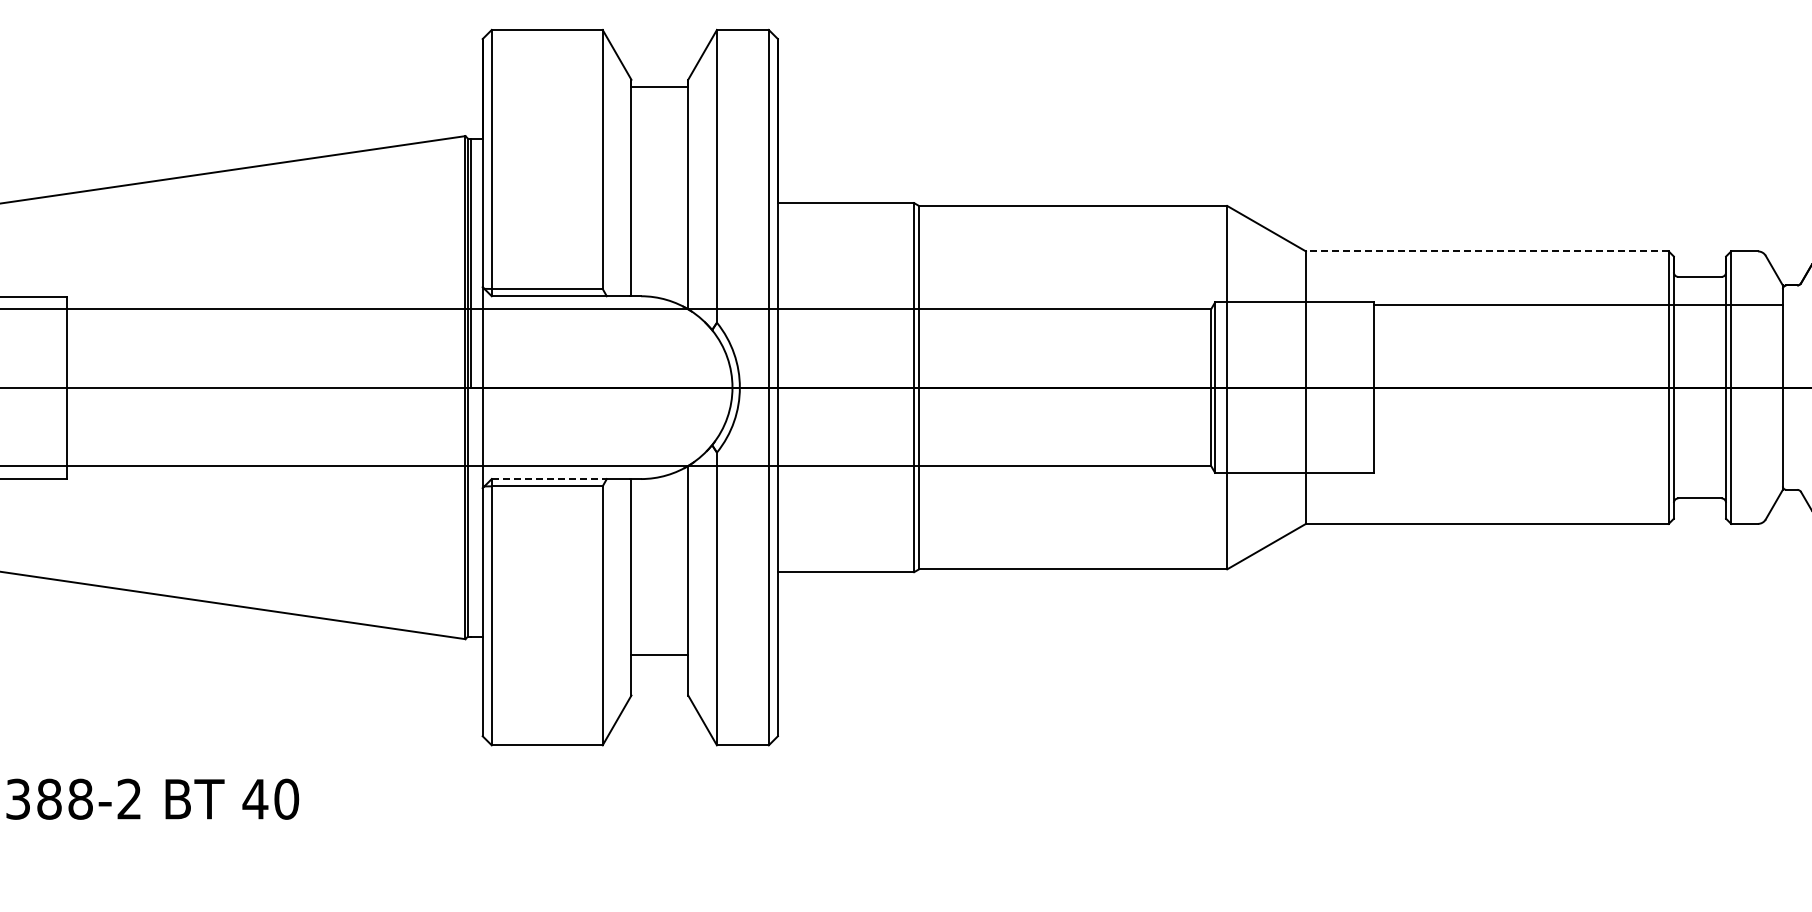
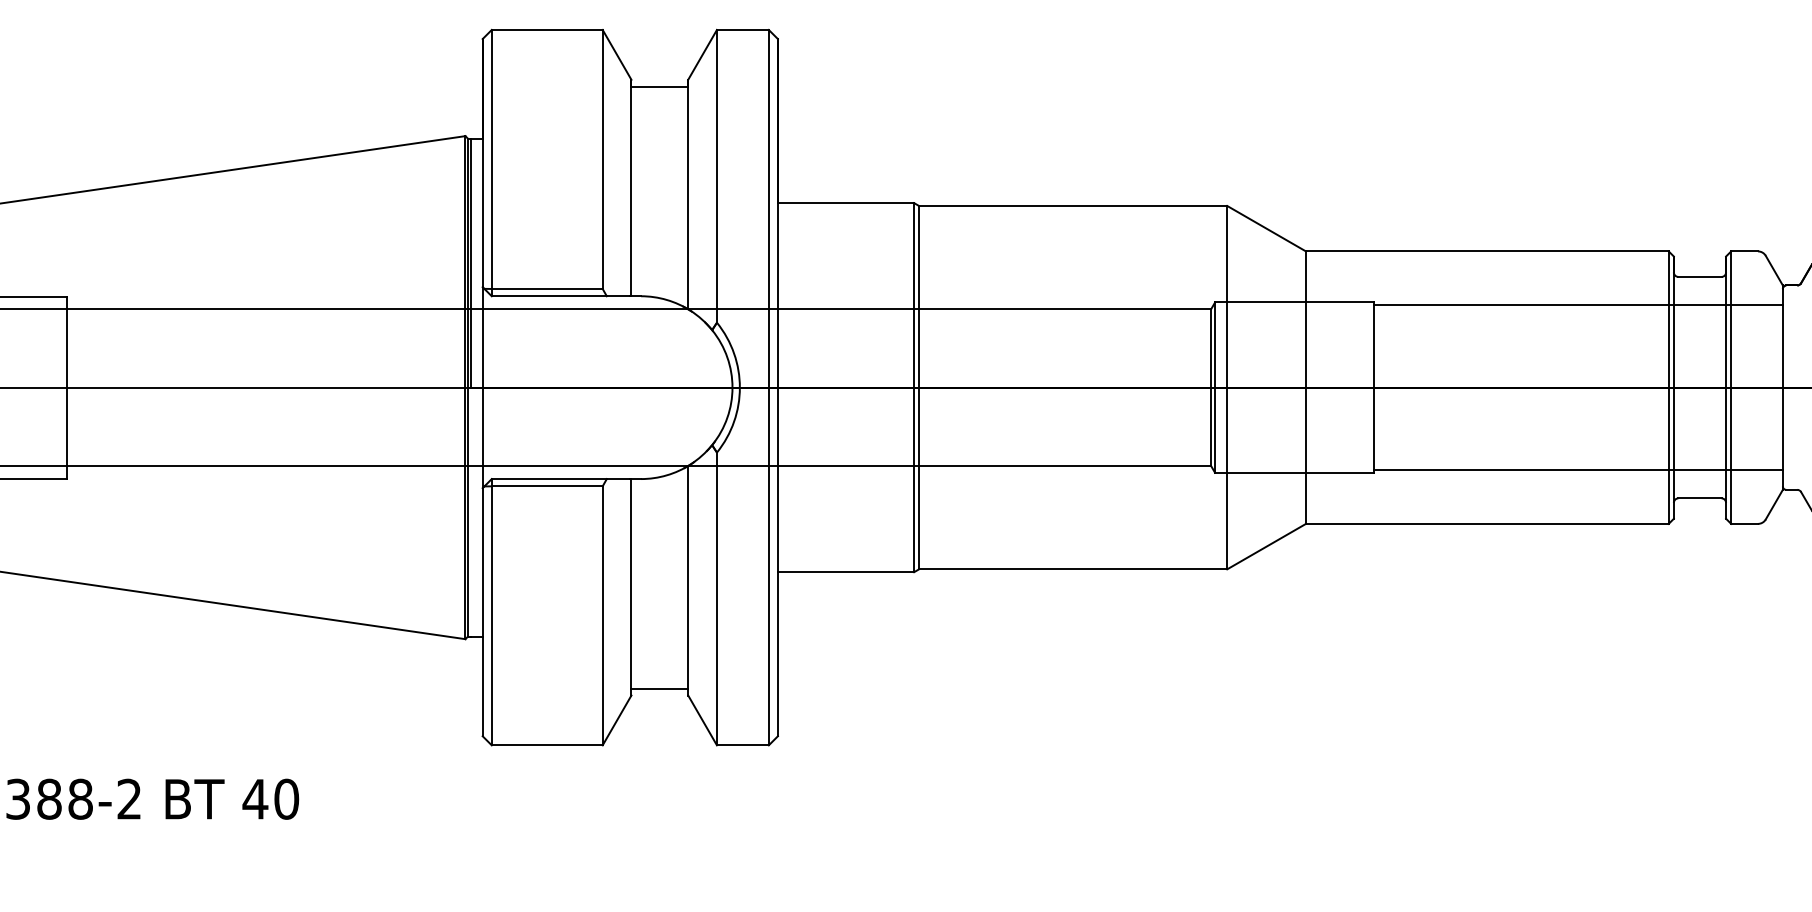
line at (1486, 251): dashed -> solid
line at (1578, 470): none -> present
line at (549, 479): dashed -> solid
line at (659, 654) position: (659, 654) -> (659, 688)
